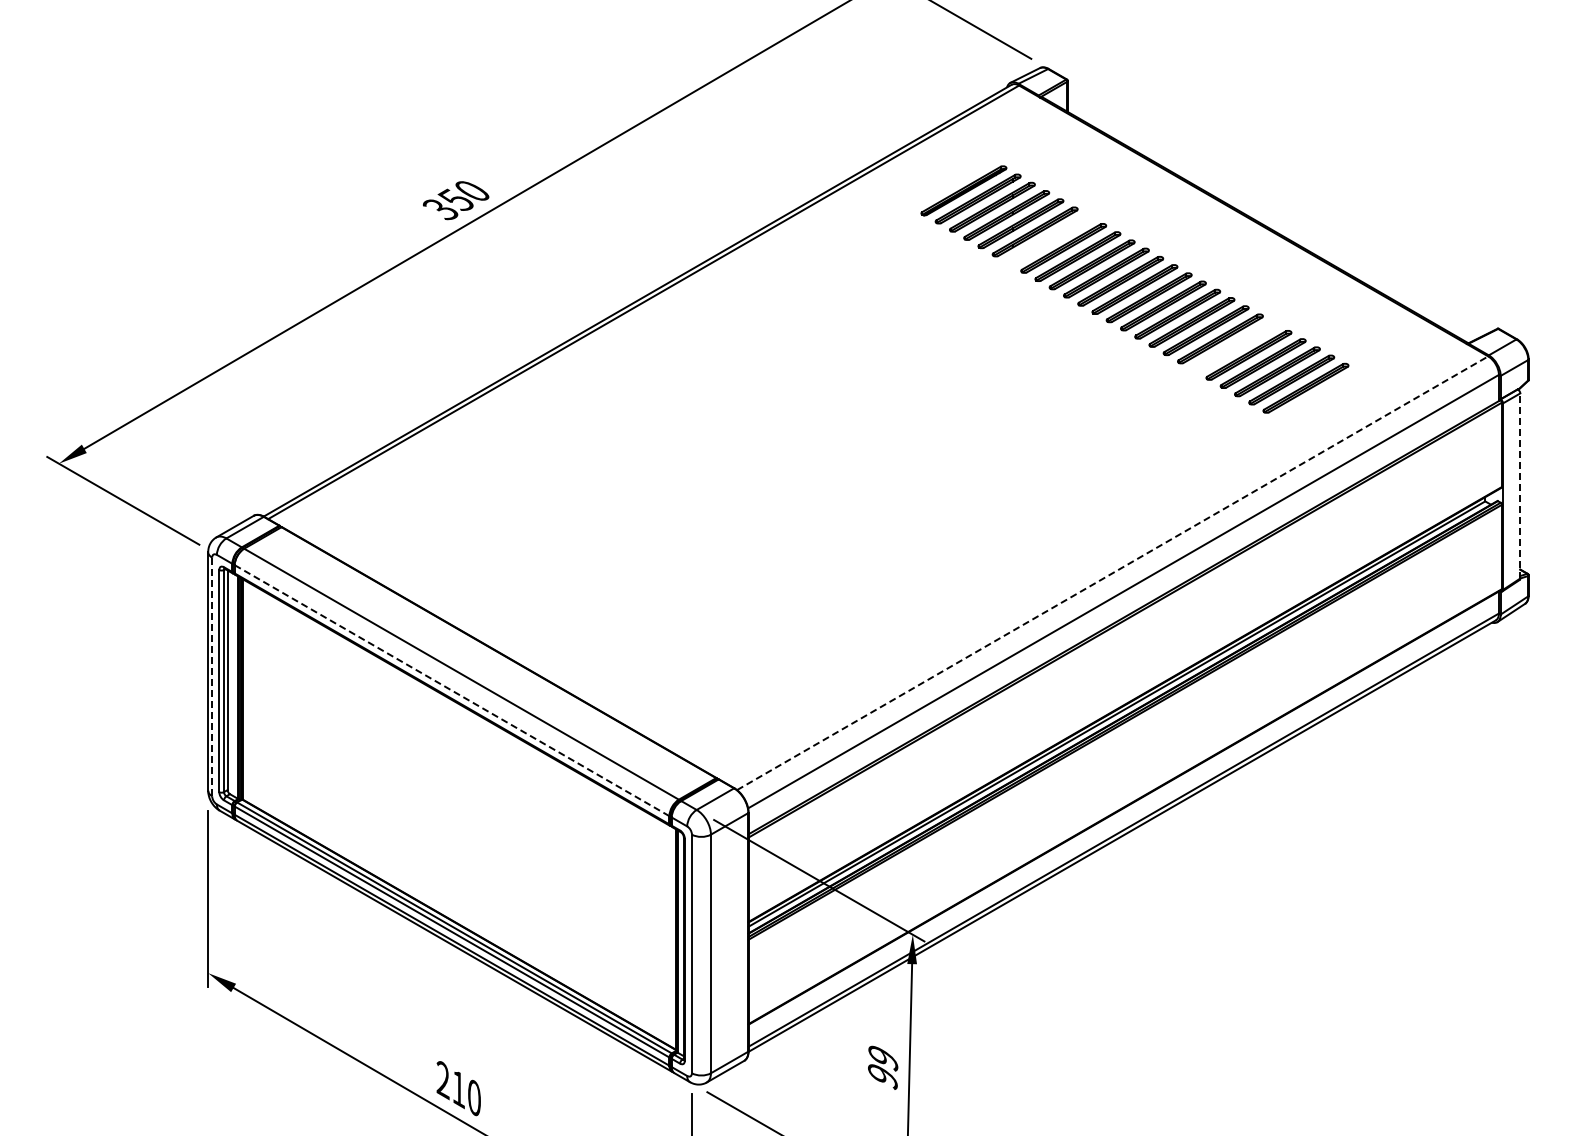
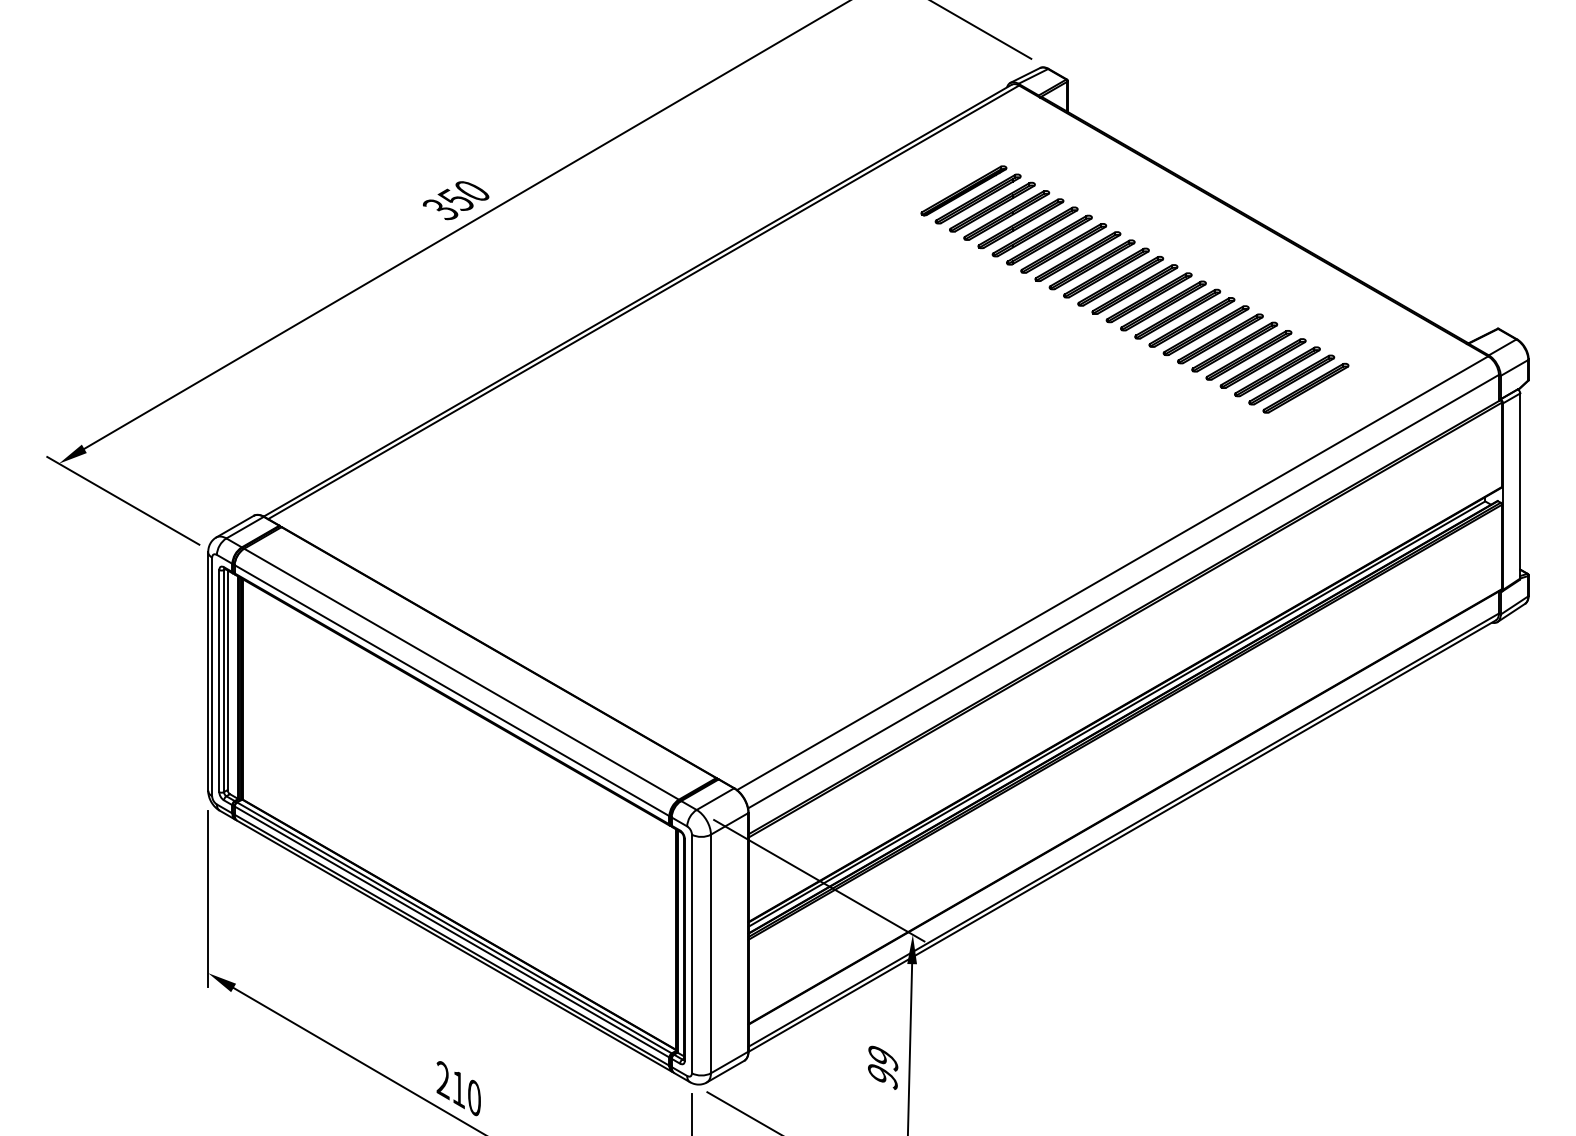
part at (1049, 239): none -> present
part at (1234, 346): none -> present
line at (1520, 485): dashed -> solid
line at (1112, 573): dashed -> solid
line at (212, 676): dashed -> solid
line at (452, 690): dashed -> solid
